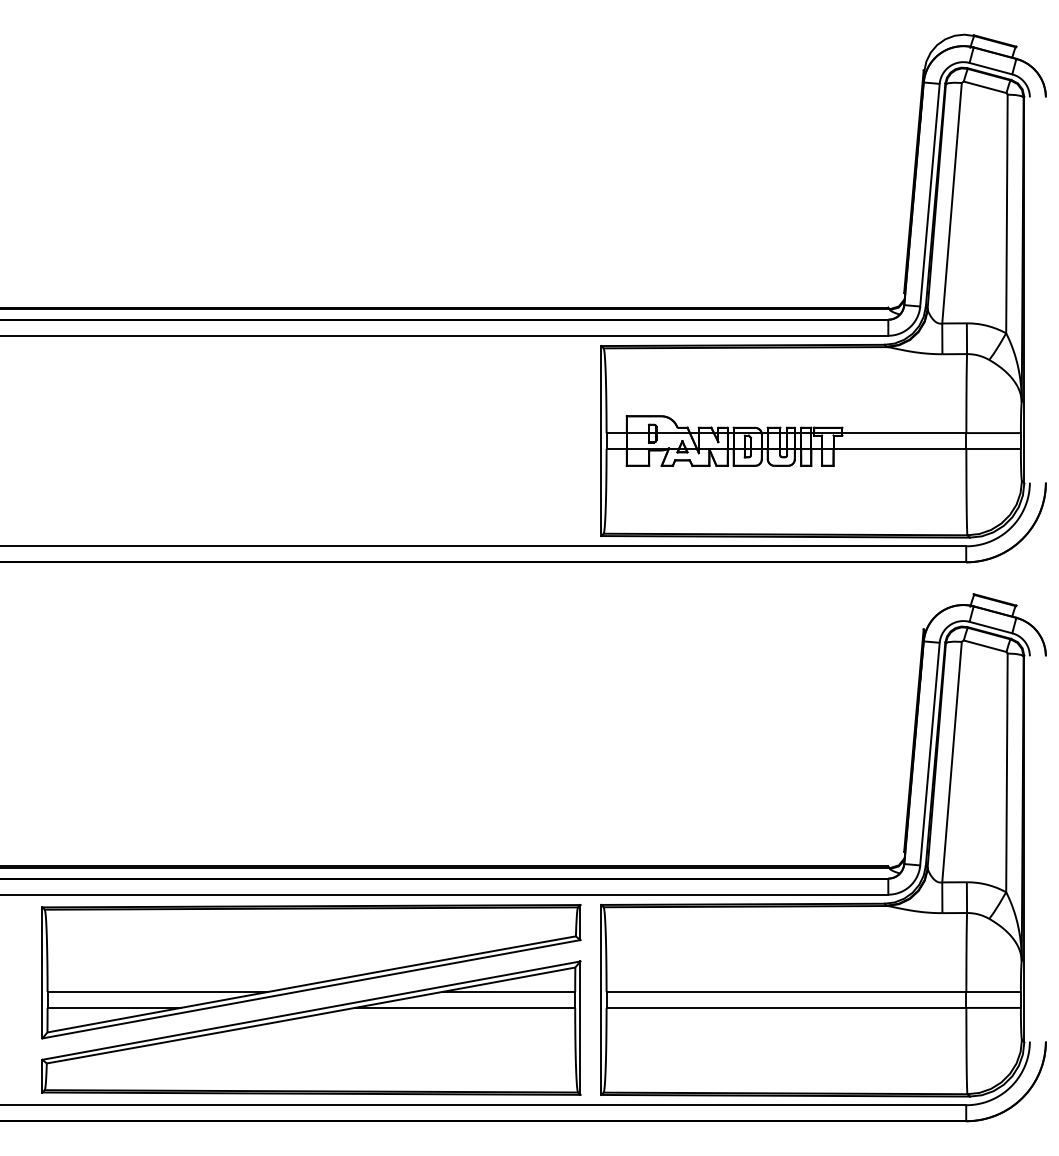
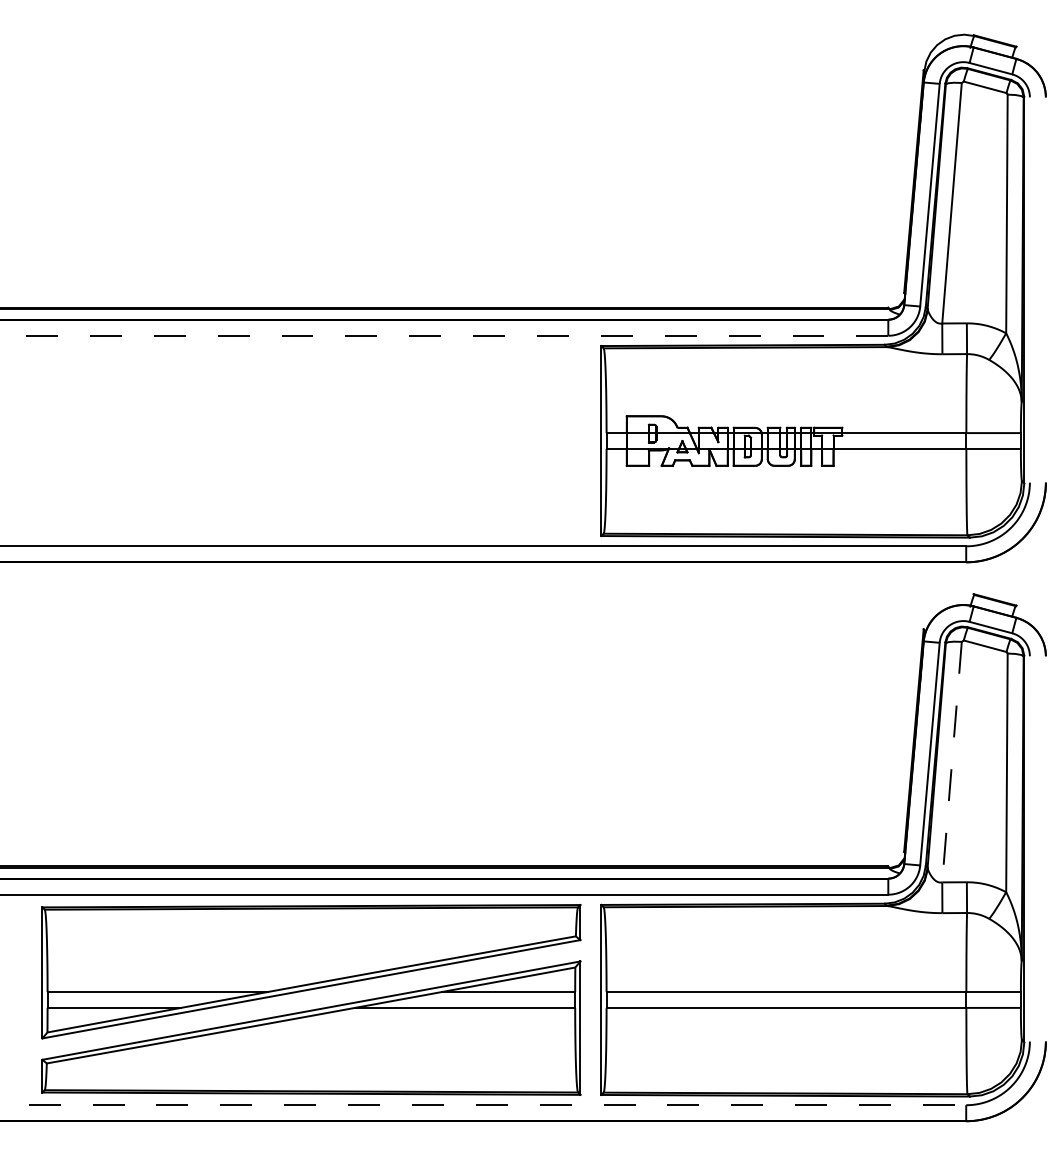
line at (444, 335): solid -> dashed
line at (952, 762): solid -> dashed
line at (483, 1105): solid -> dashed
